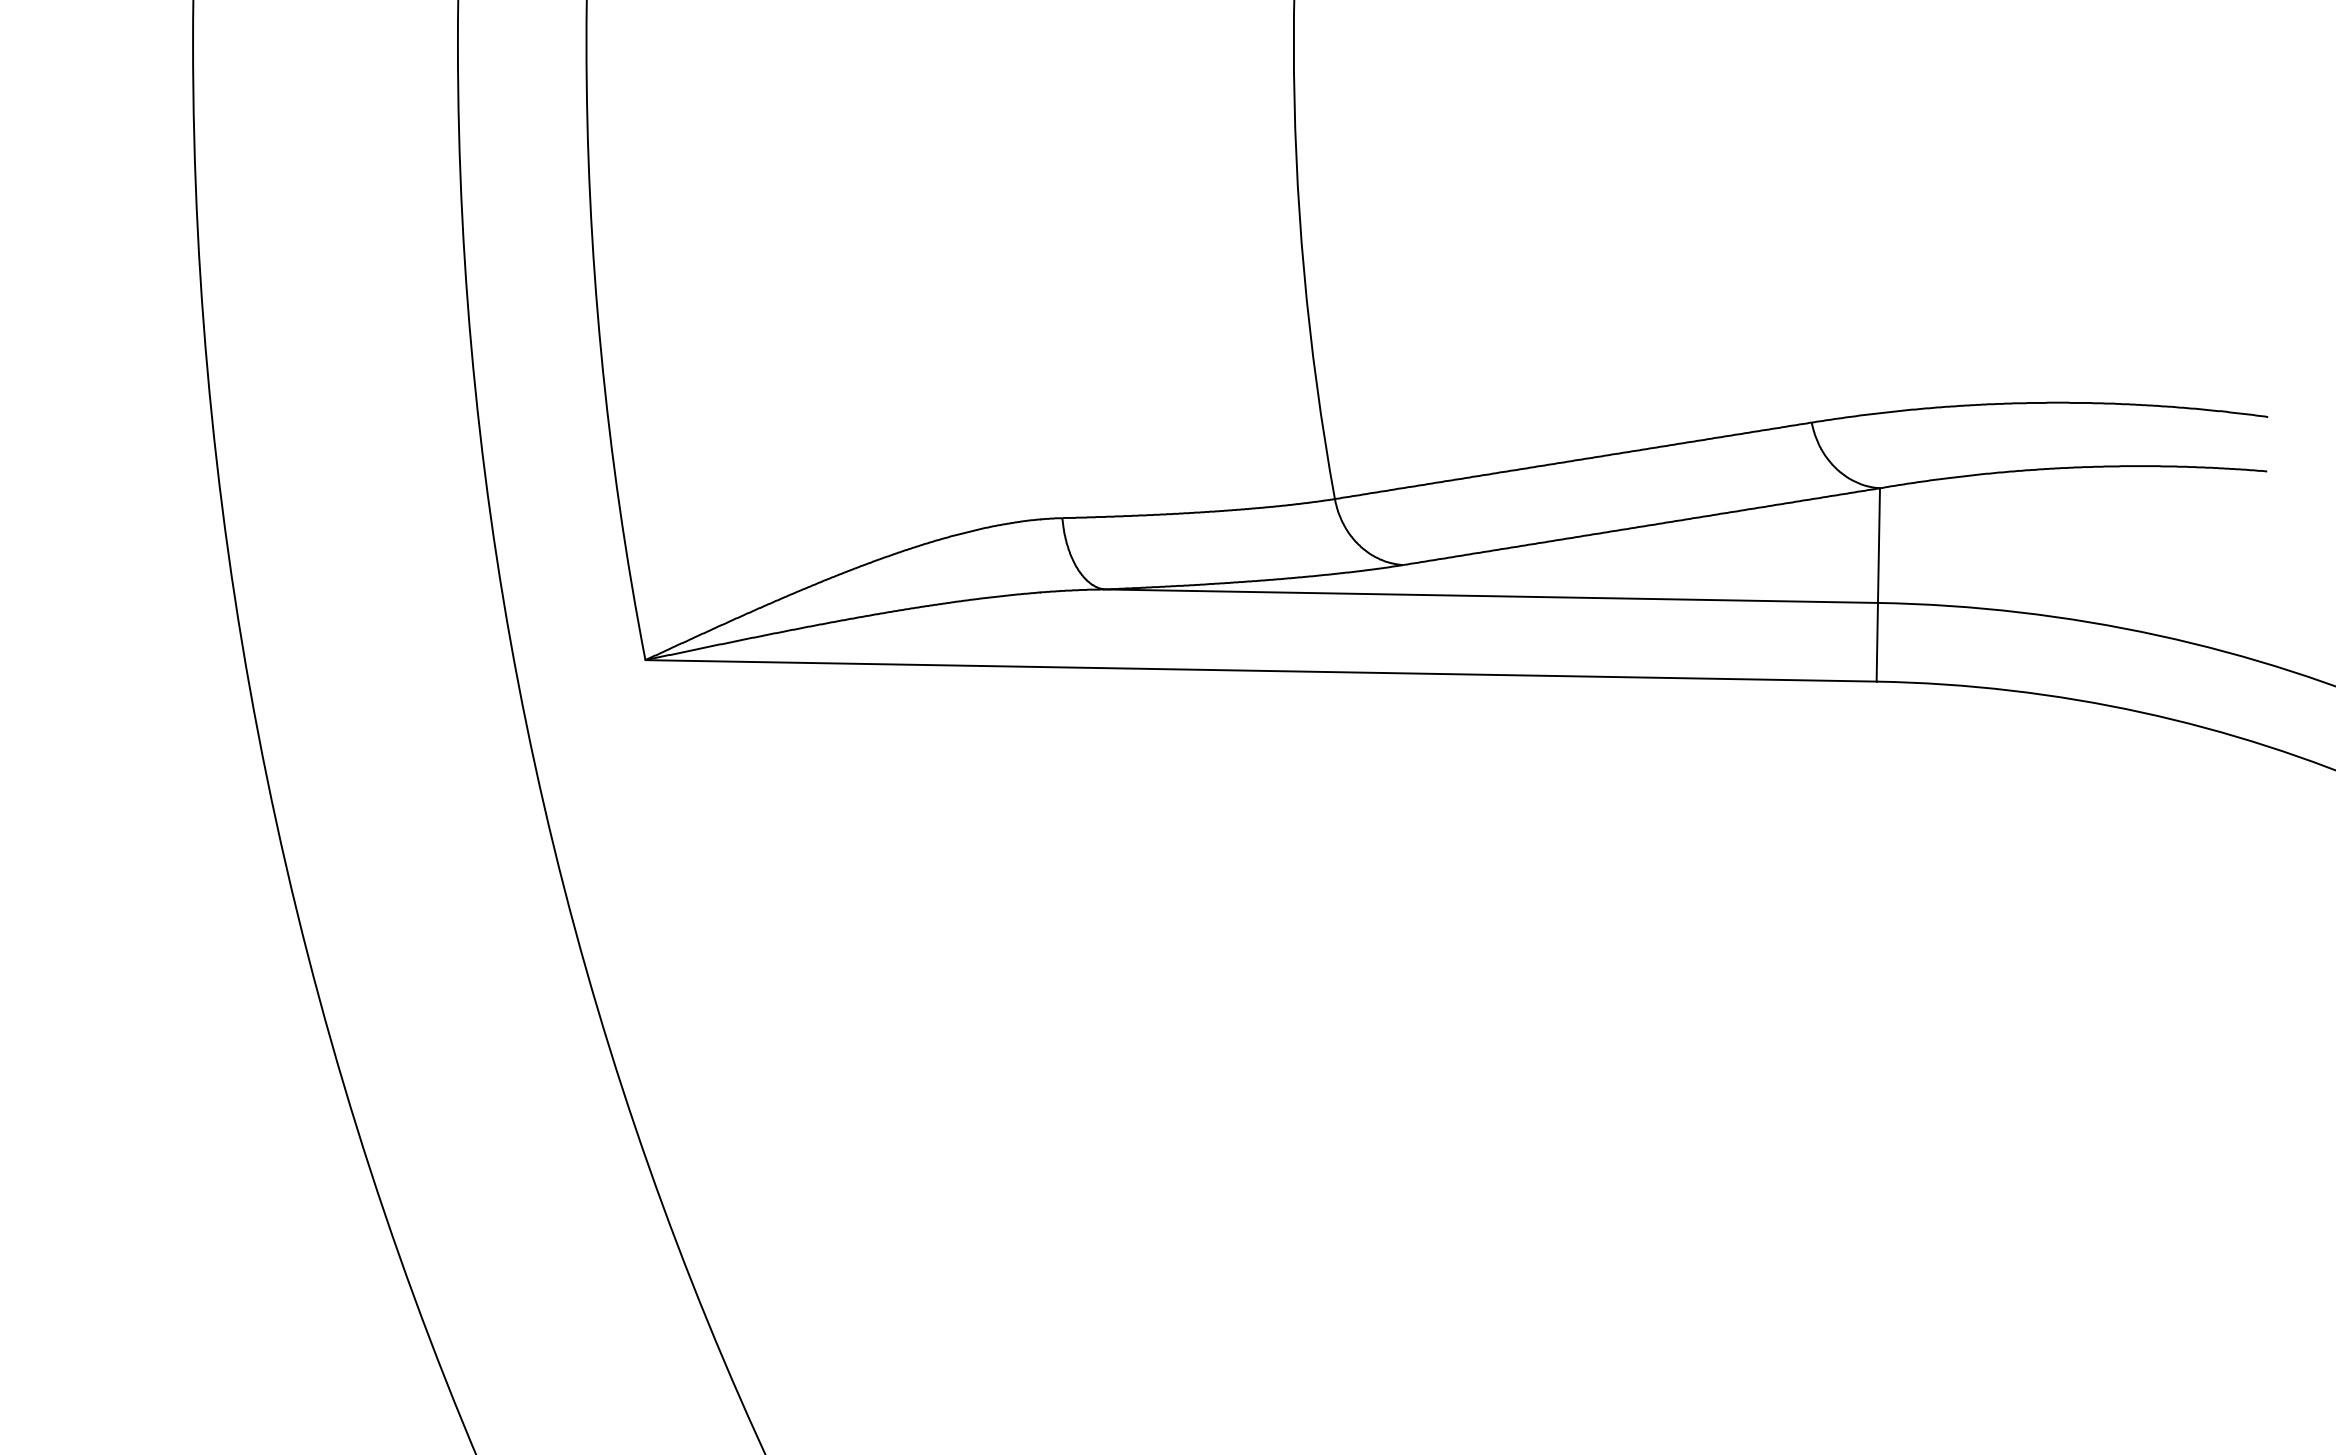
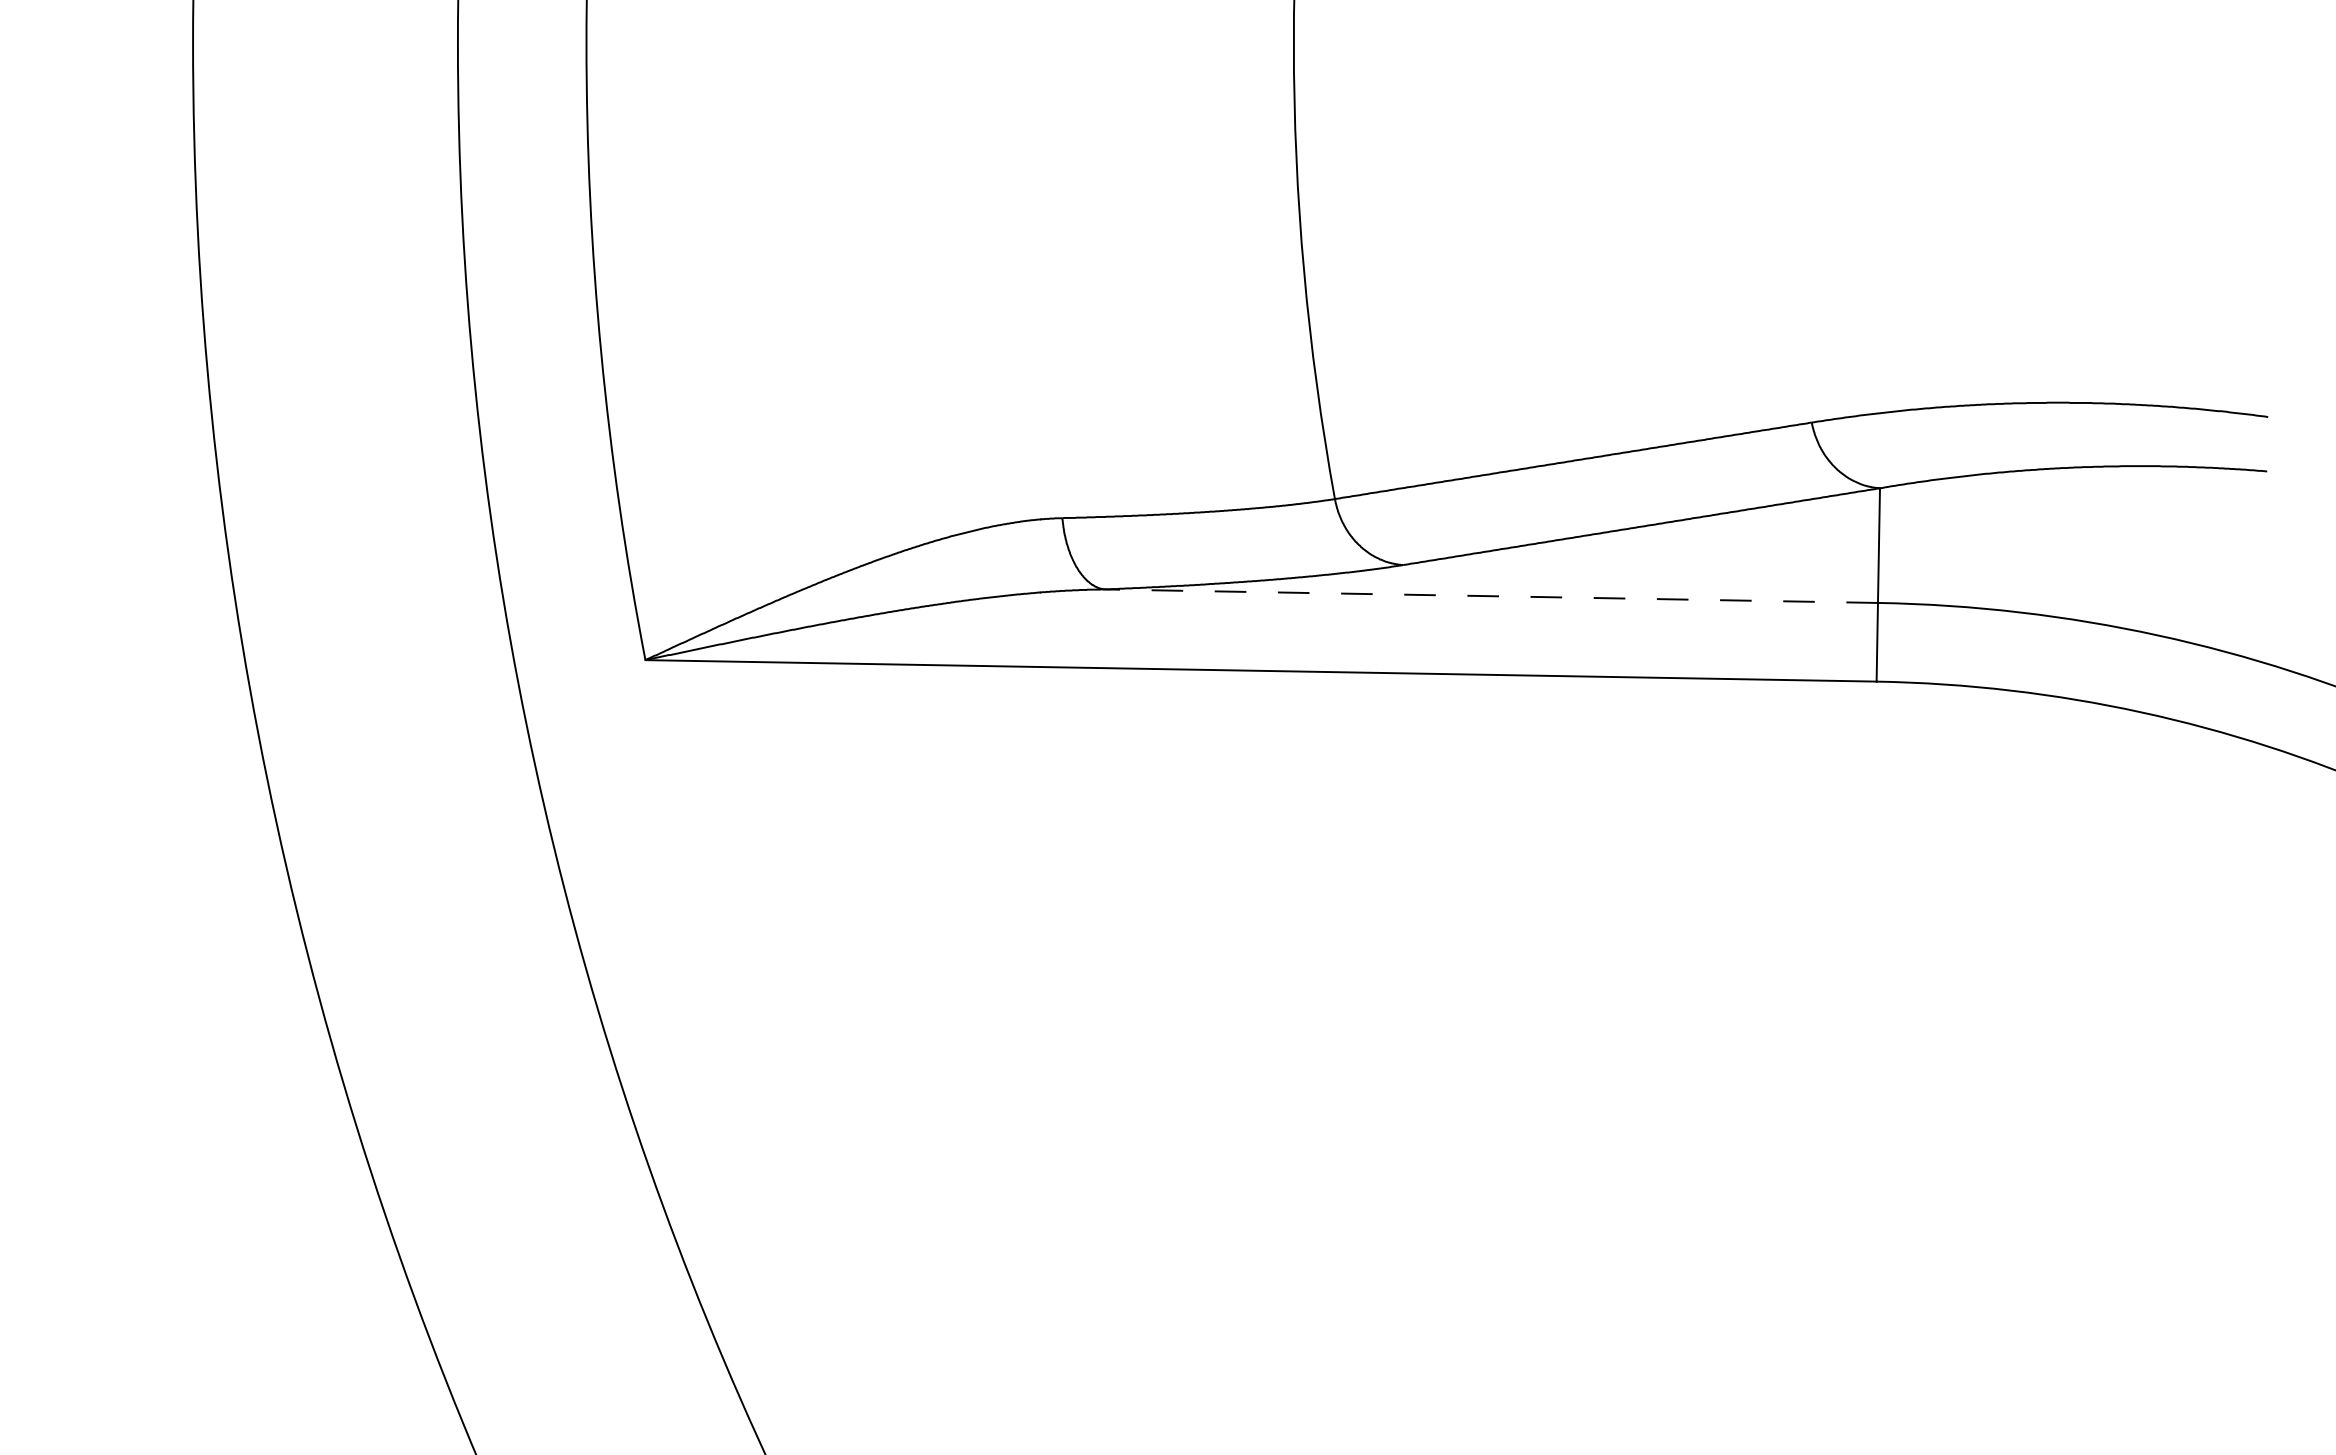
line at (1490, 596): solid -> dashed
